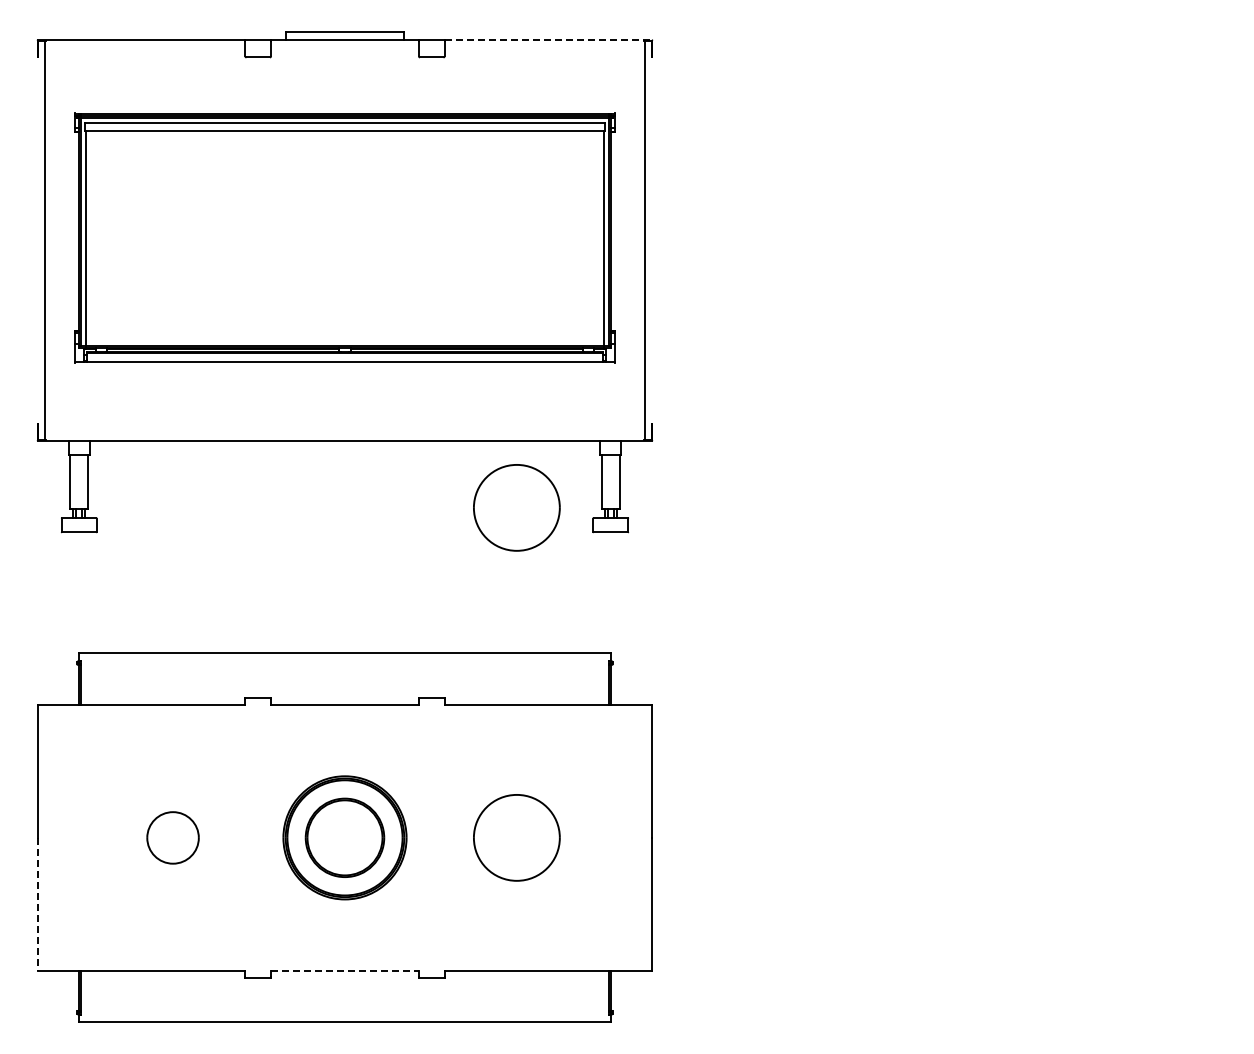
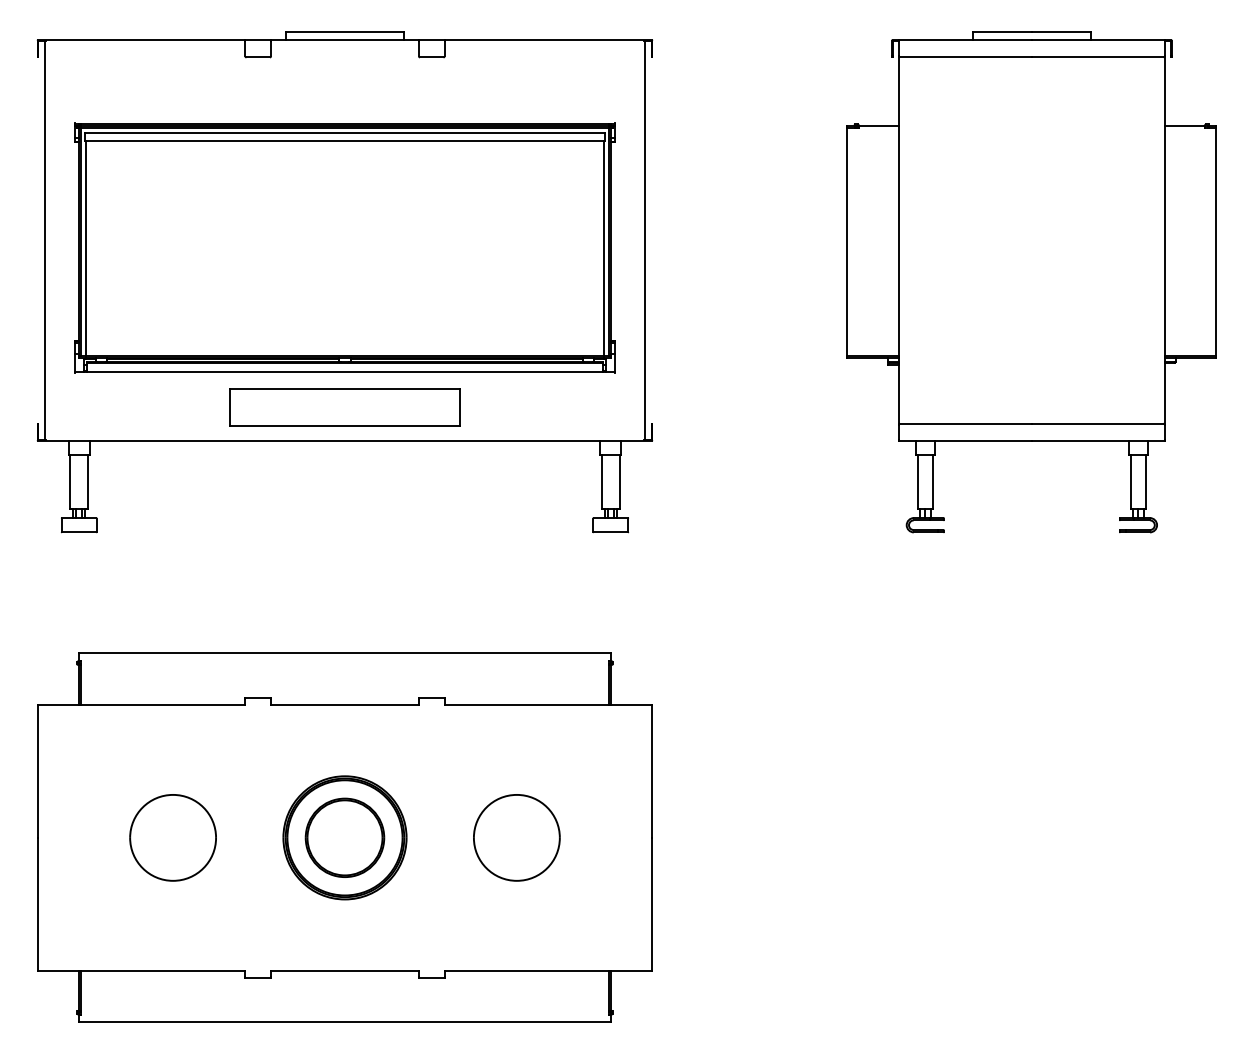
line at (548, 40): dashed -> solid
part at (344, 237) position: (344, 237) -> (344, 247)
part at (1031, 282): none -> present
part at (344, 407): none -> present
part at (516, 507): present -> none
part at (172, 837) size: 54x54 px -> 88x88 px
line at (37, 904): dashed -> solid
line at (345, 970): dashed -> solid
